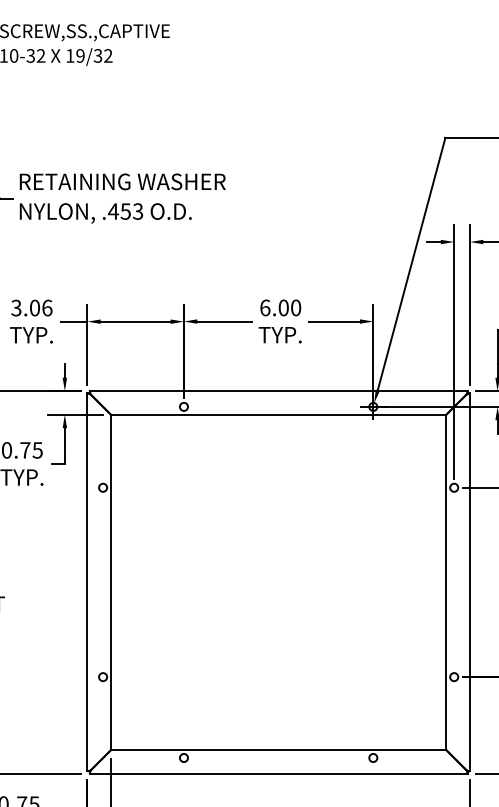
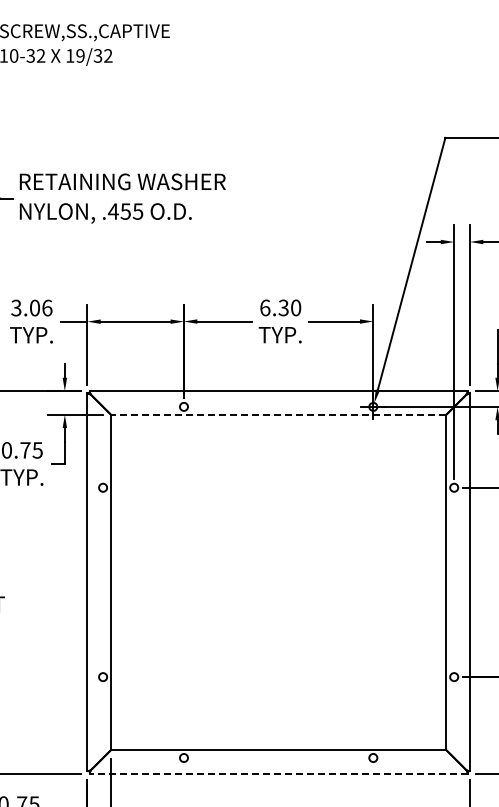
text at (138, 211): .453 -> .455
text at (283, 307): 6.00 -> 6.30
line at (278, 414): solid -> dashed
line at (278, 773): solid -> dashed
